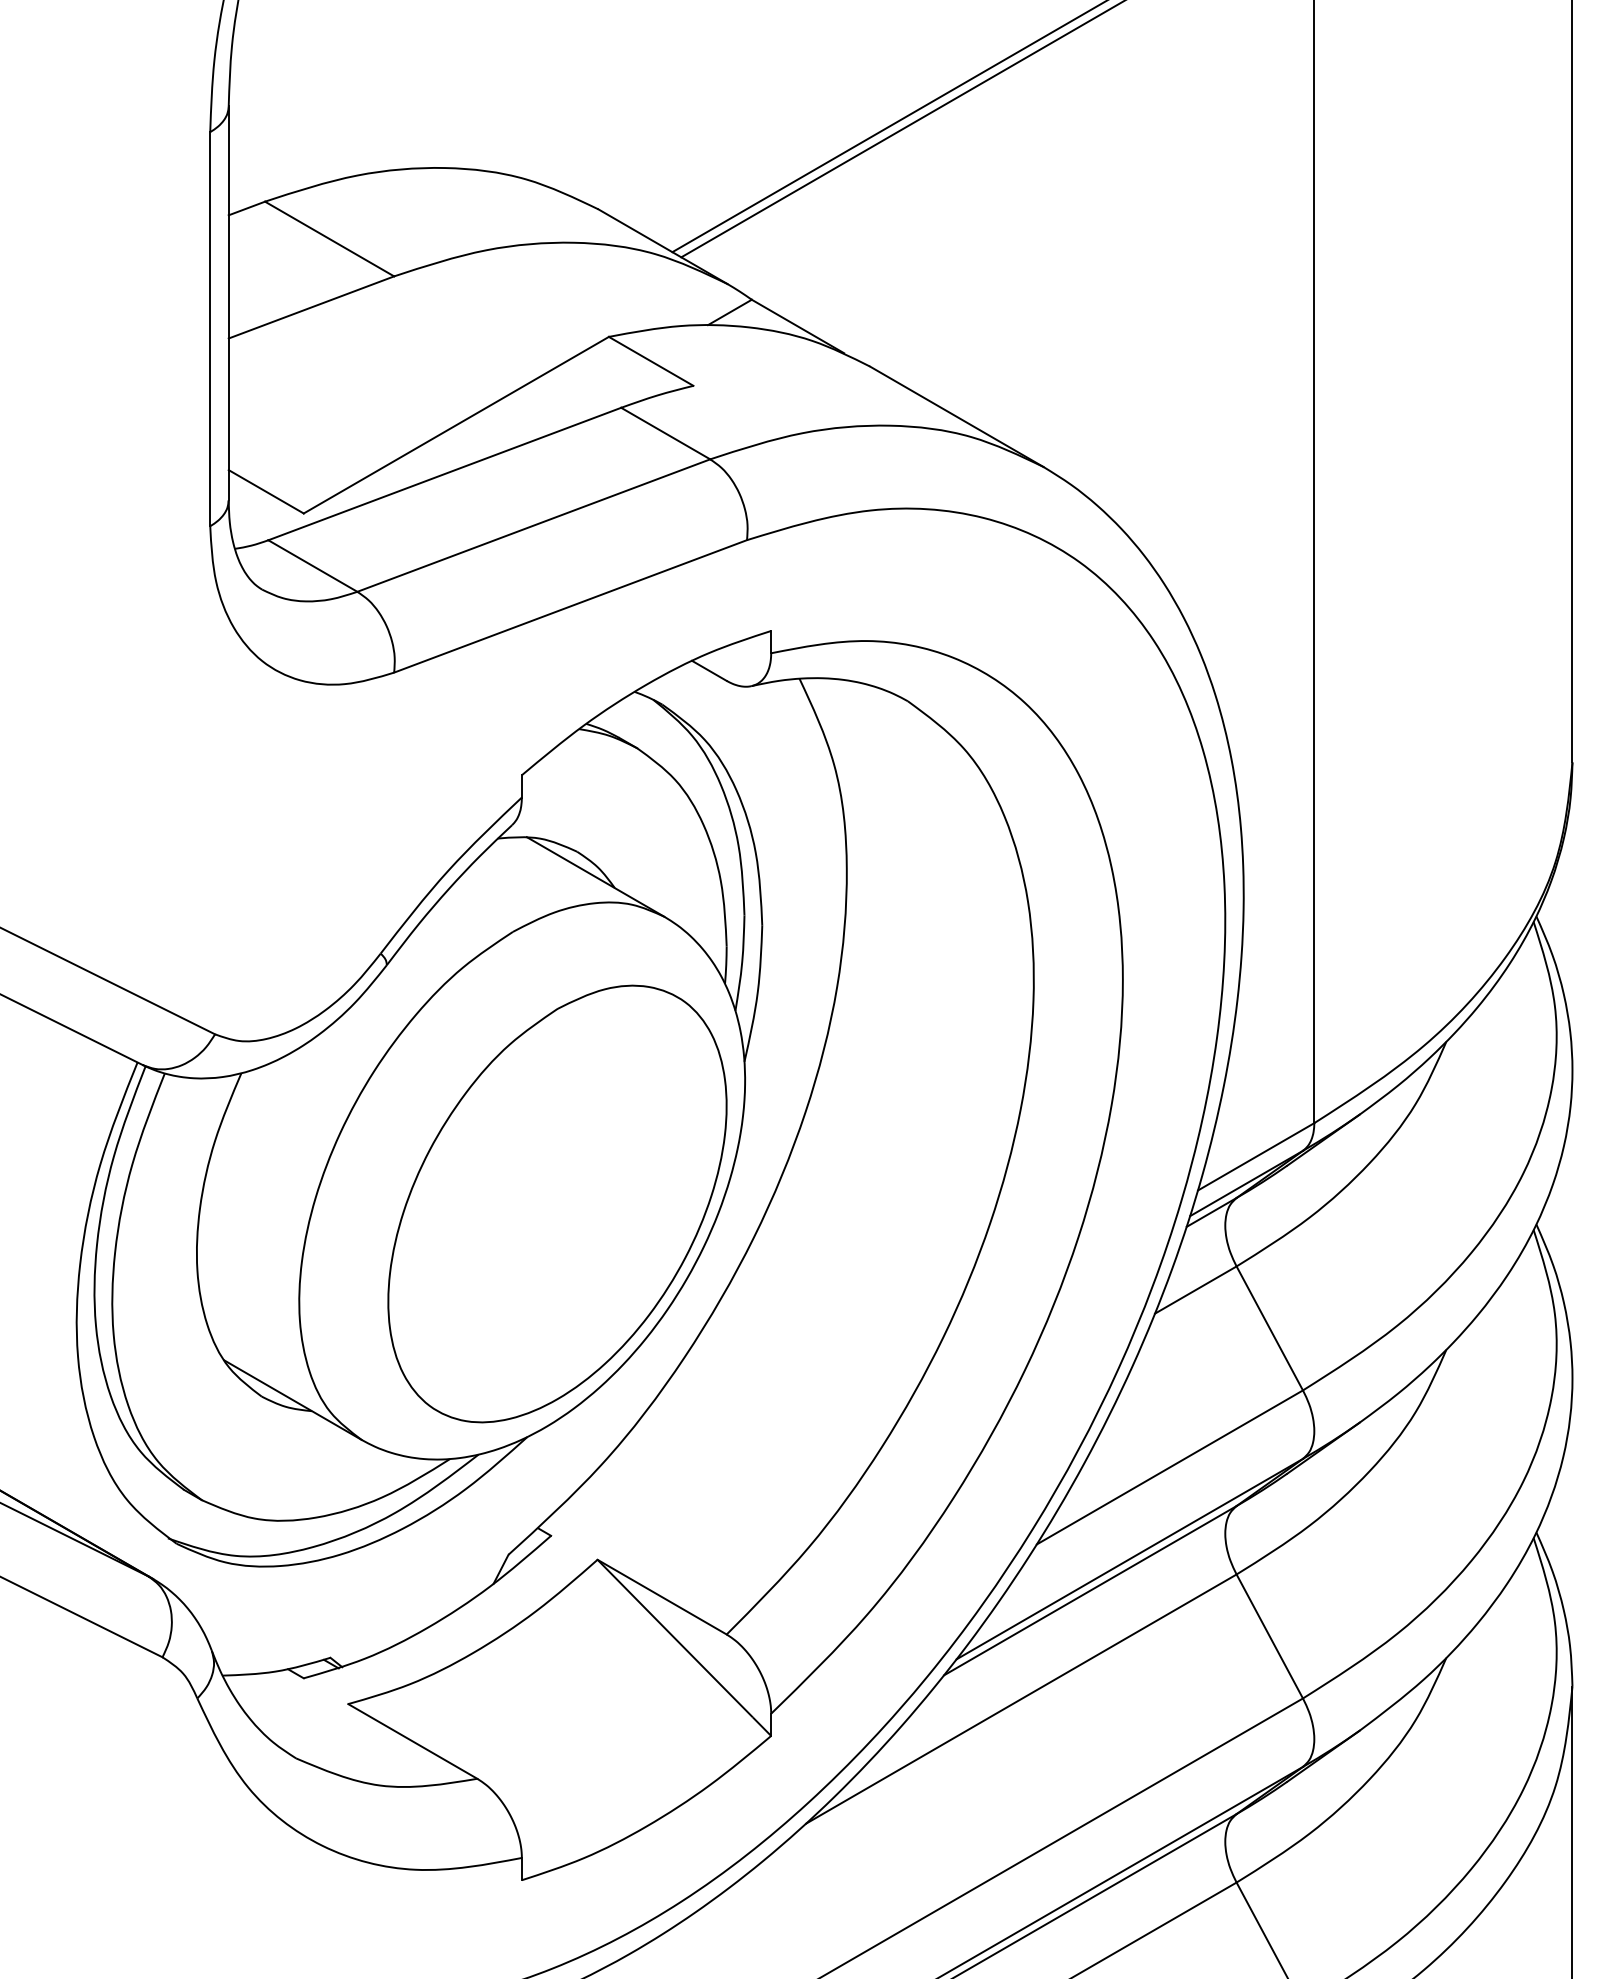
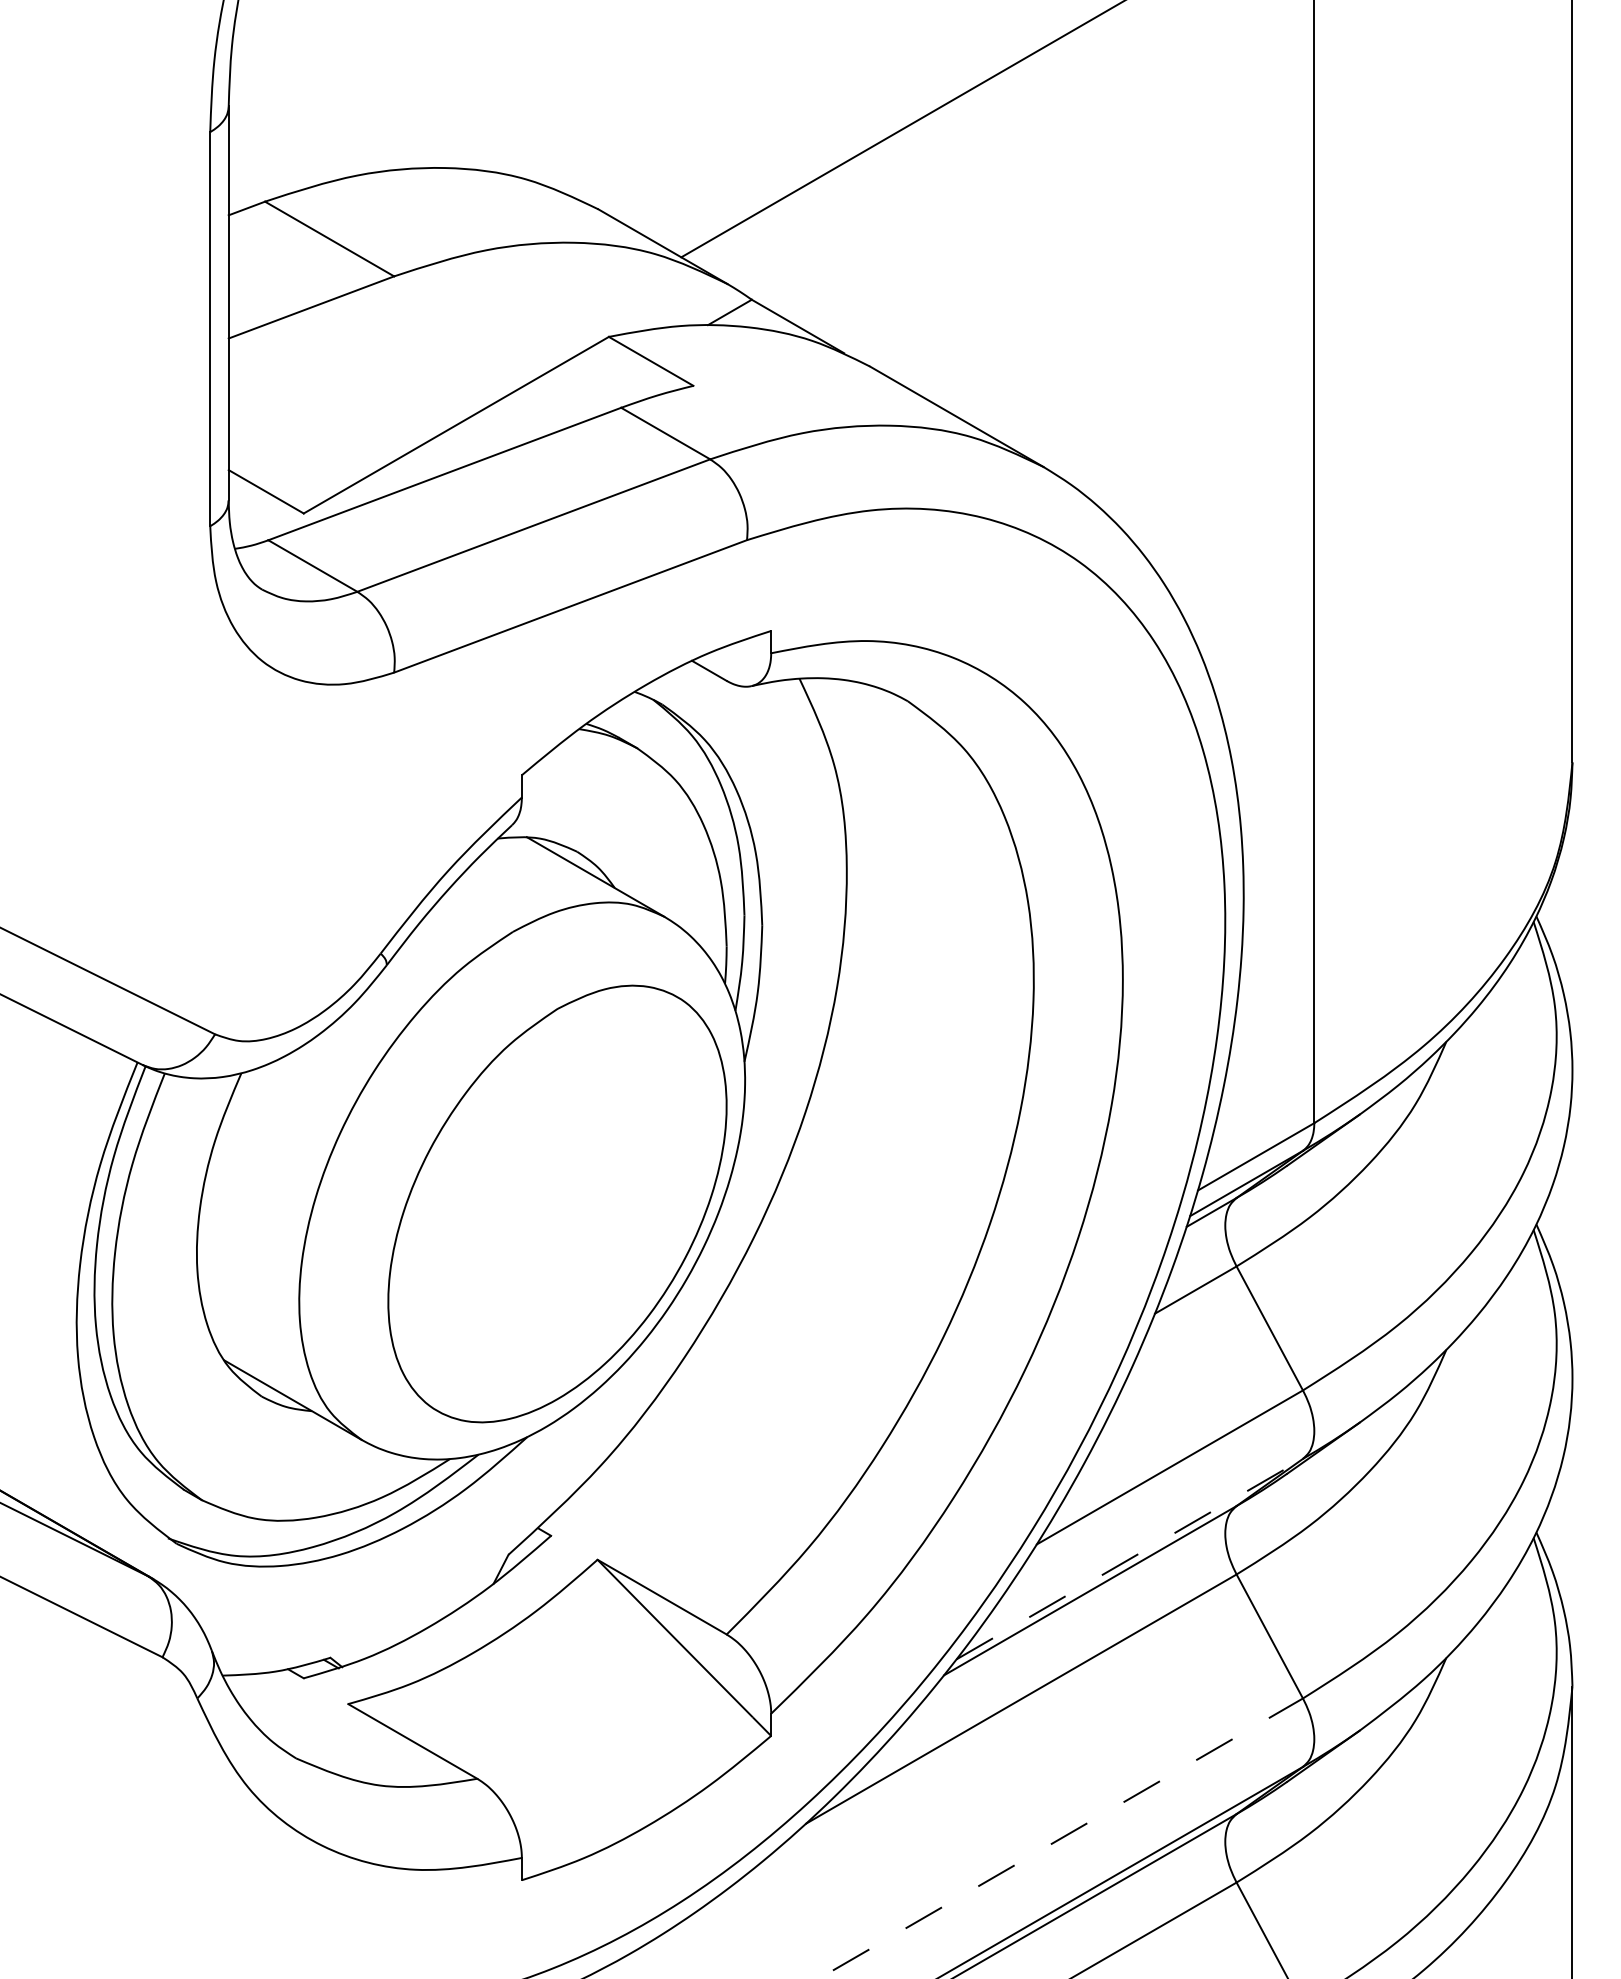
line at (888, 127): present -> none
line at (1130, 1558): solid -> dashed
line at (1060, 1838): solid -> dashed
